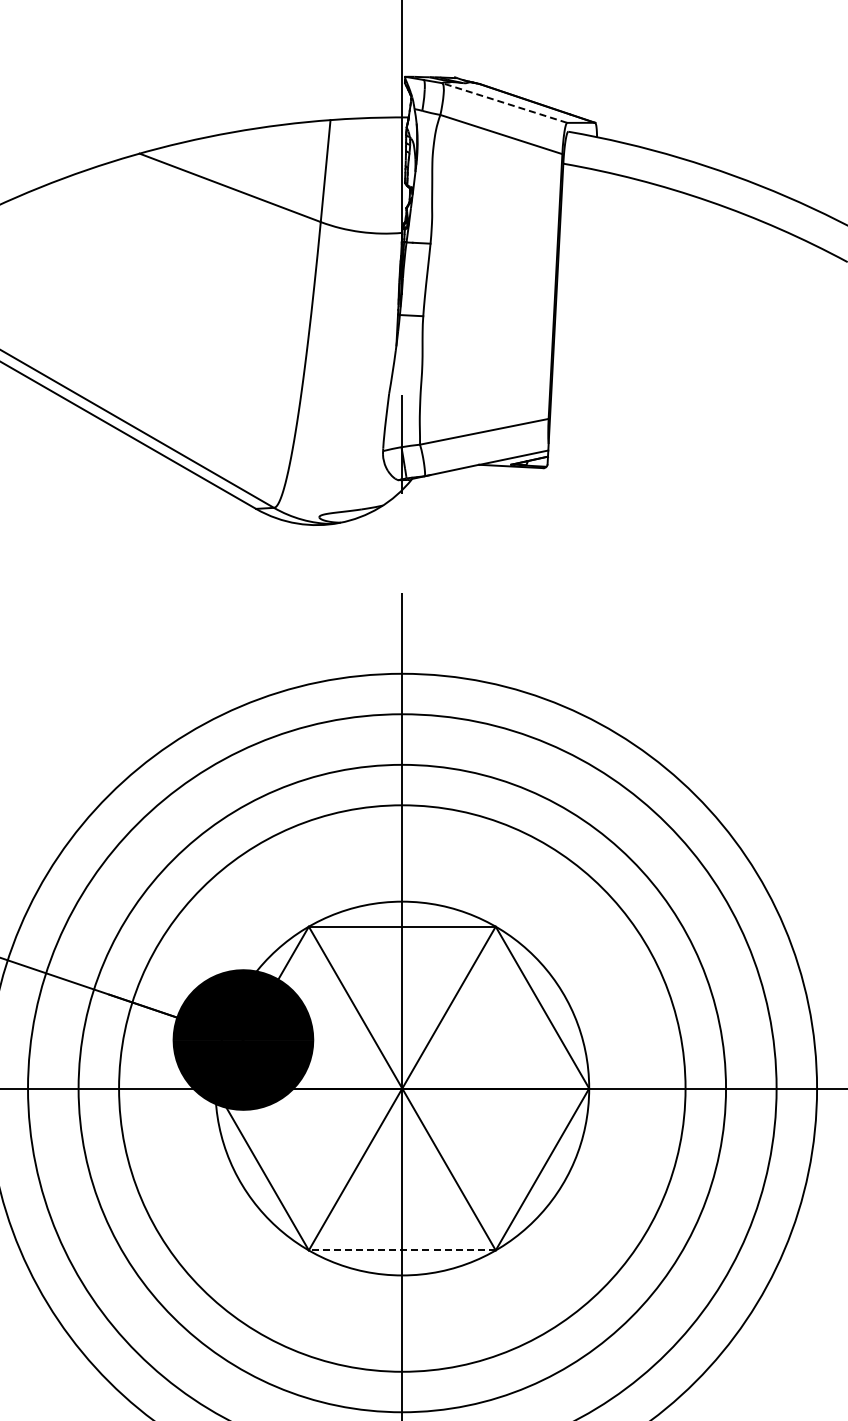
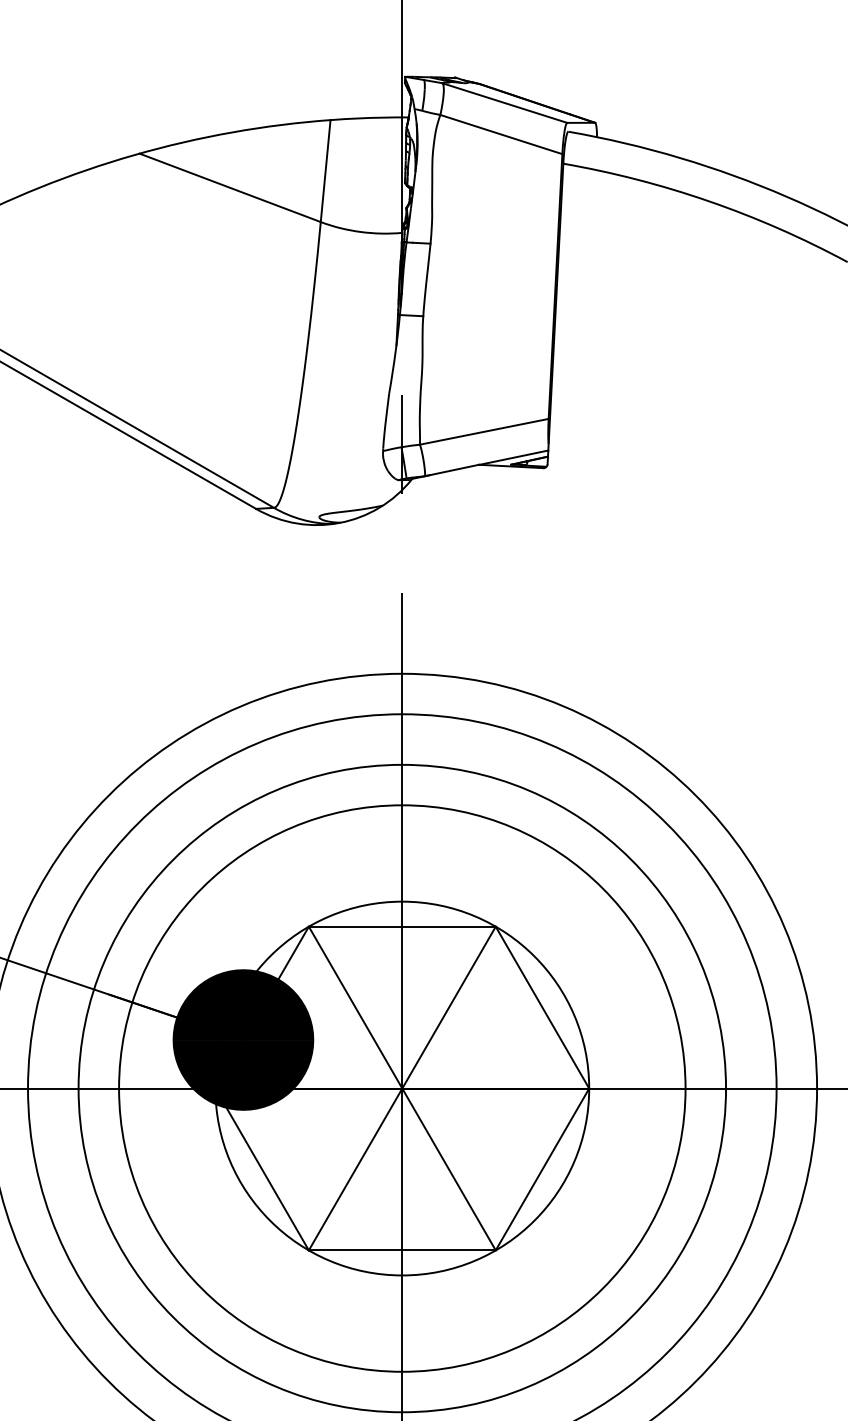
line at (504, 103): dashed -> solid
line at (401, 1250): dashed -> solid
